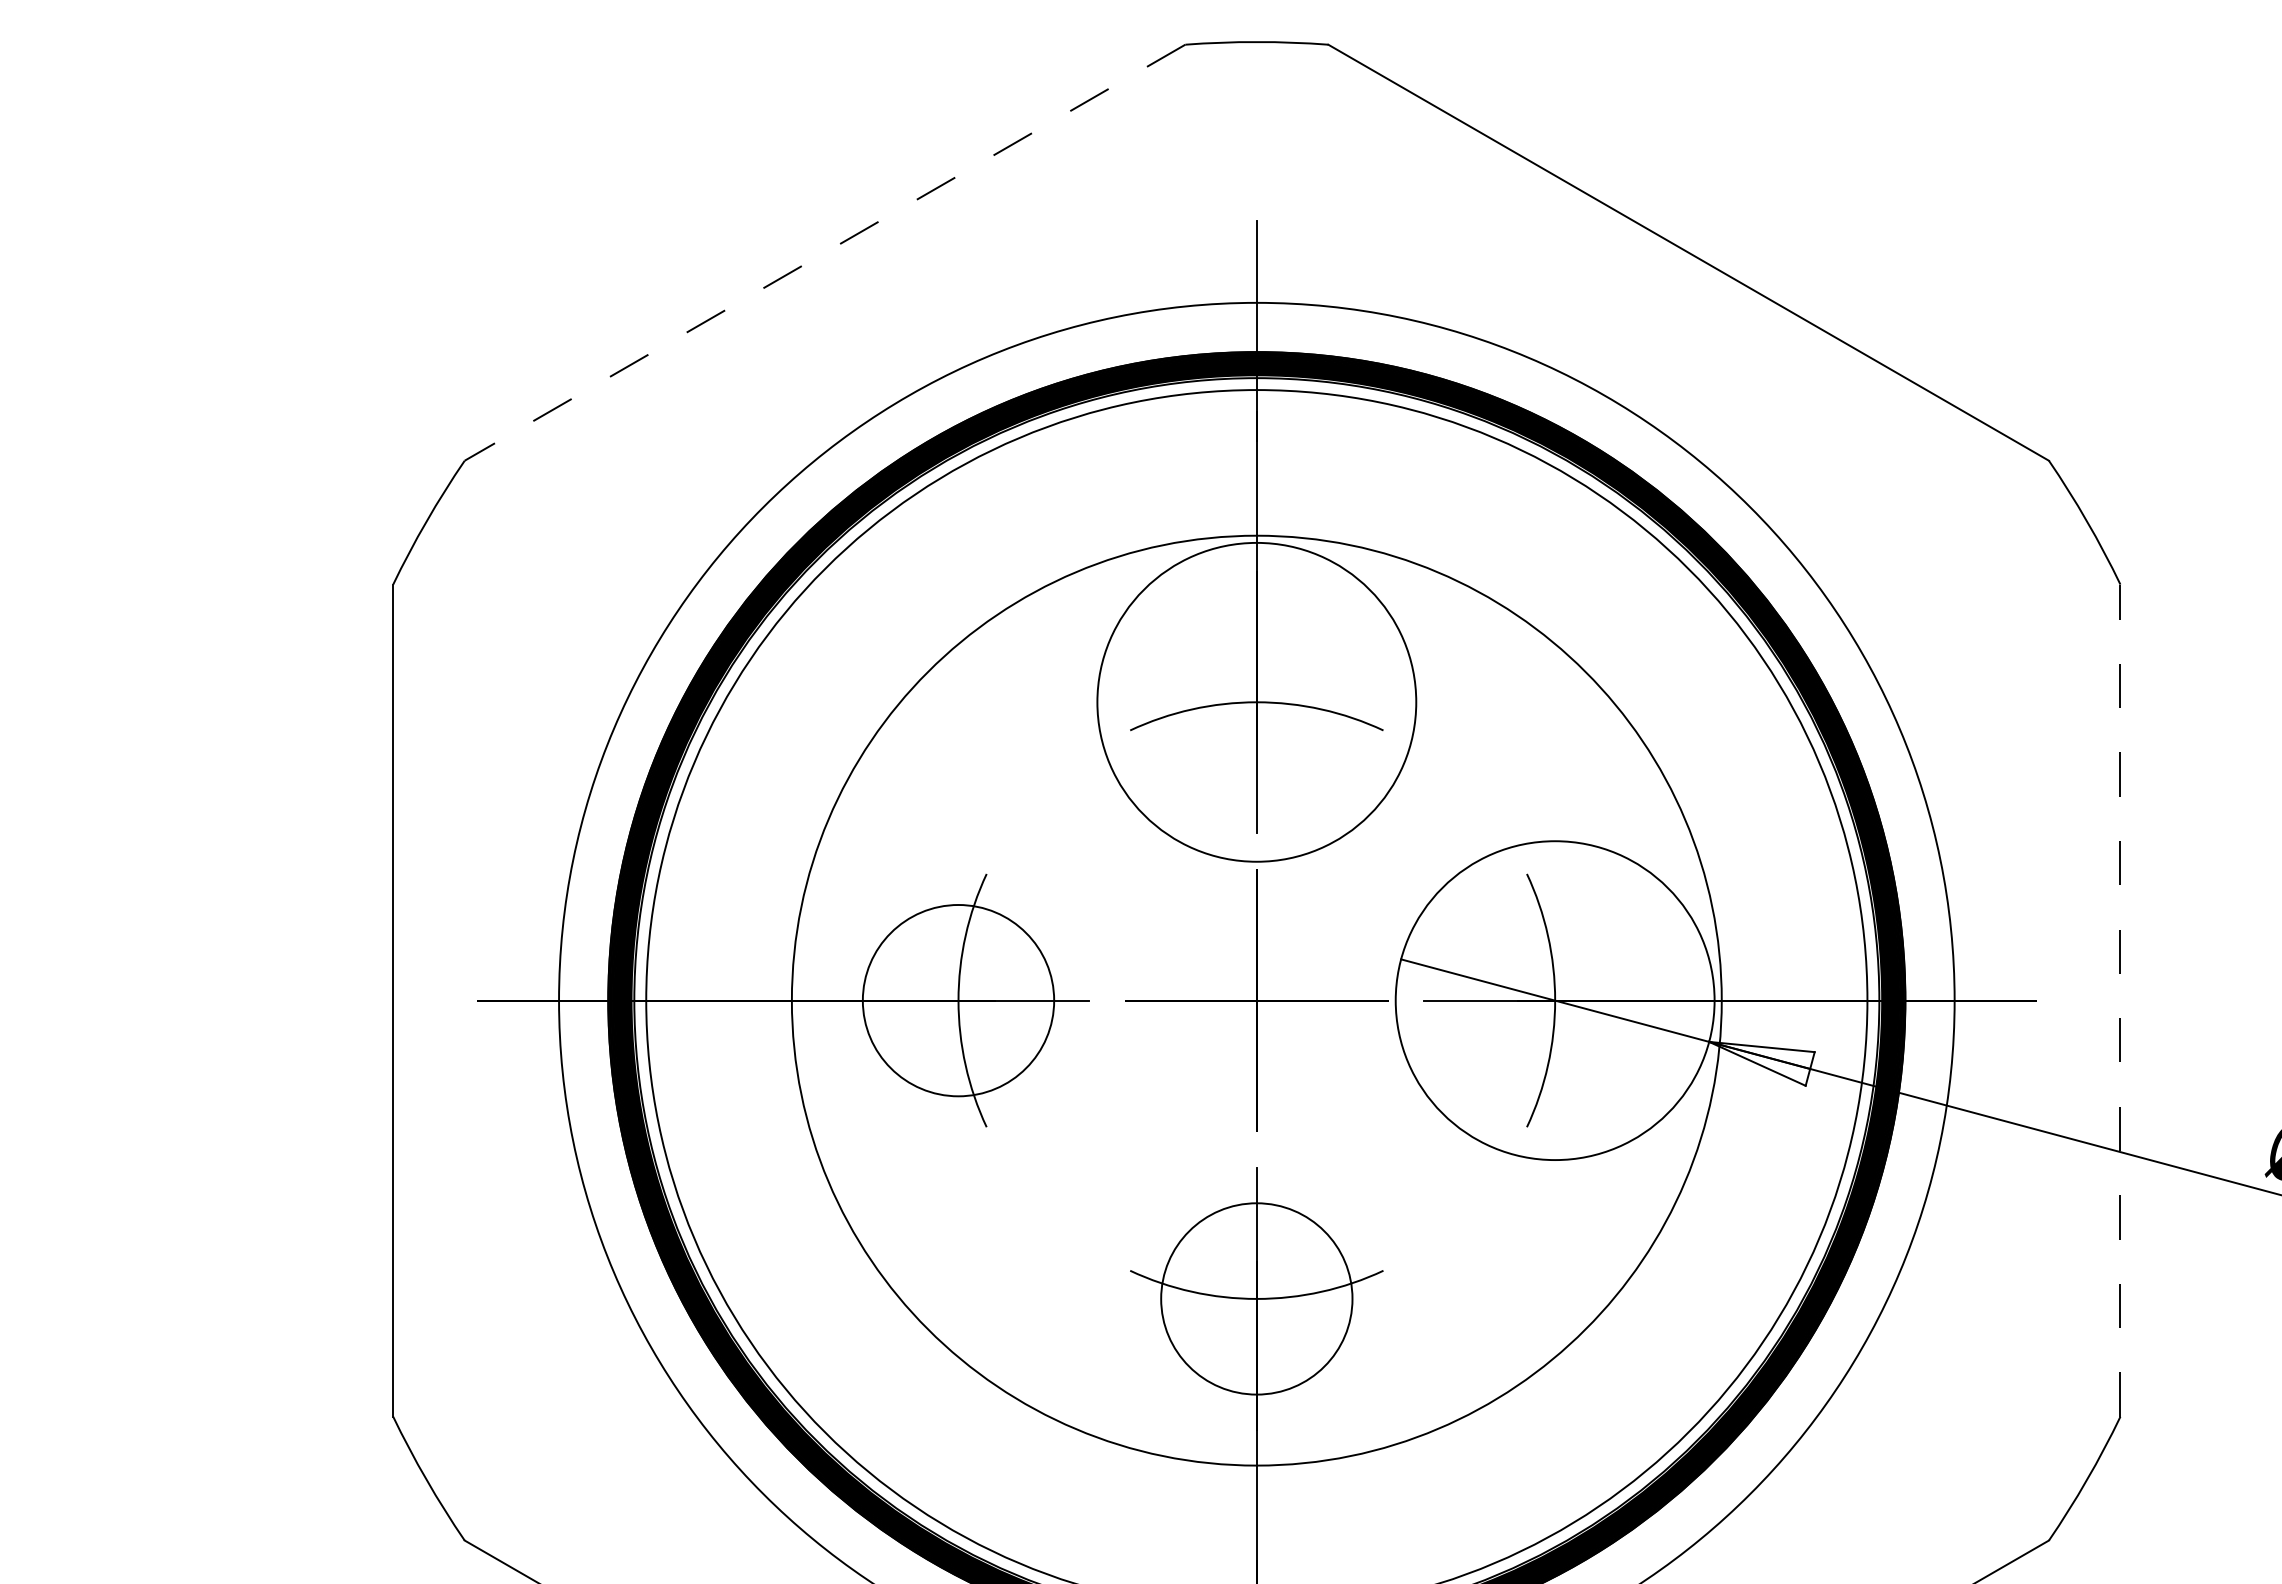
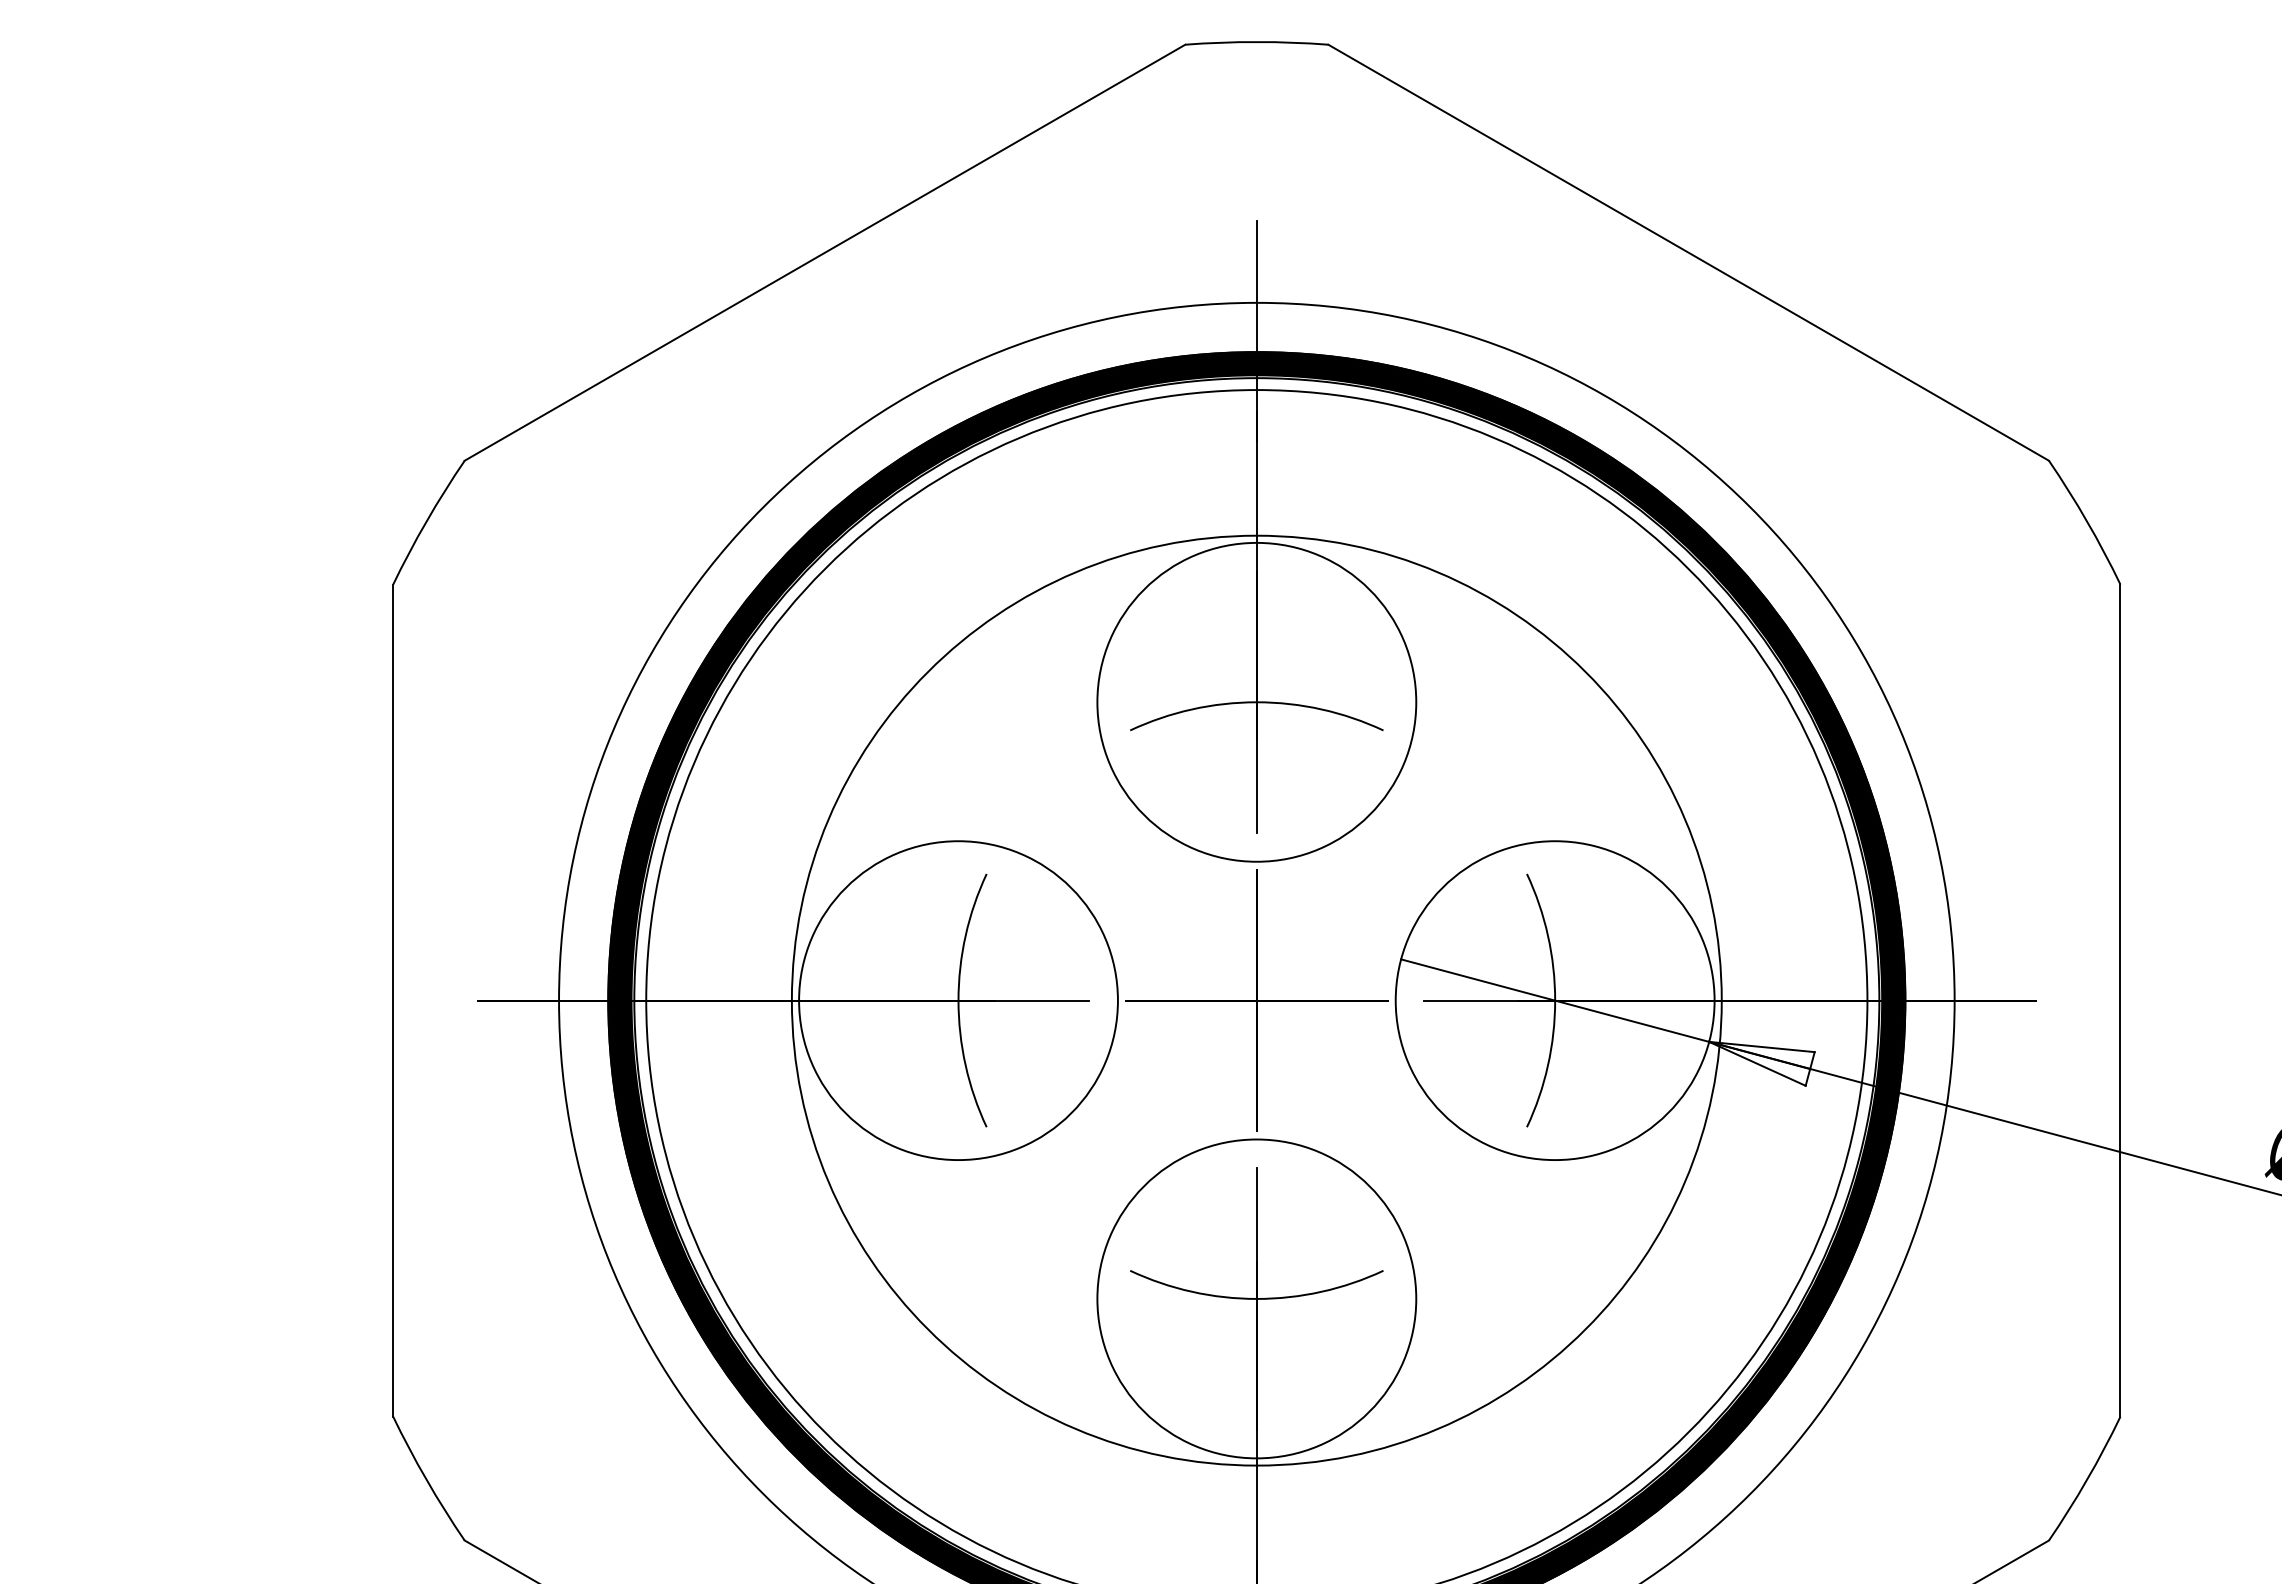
line at (824, 252): dashed -> solid
circle at (958, 1000) diameter: 191 px -> 319 px
line at (2120, 1000): dashed -> solid
circle at (1256, 1298) diameter: 191 px -> 319 px
